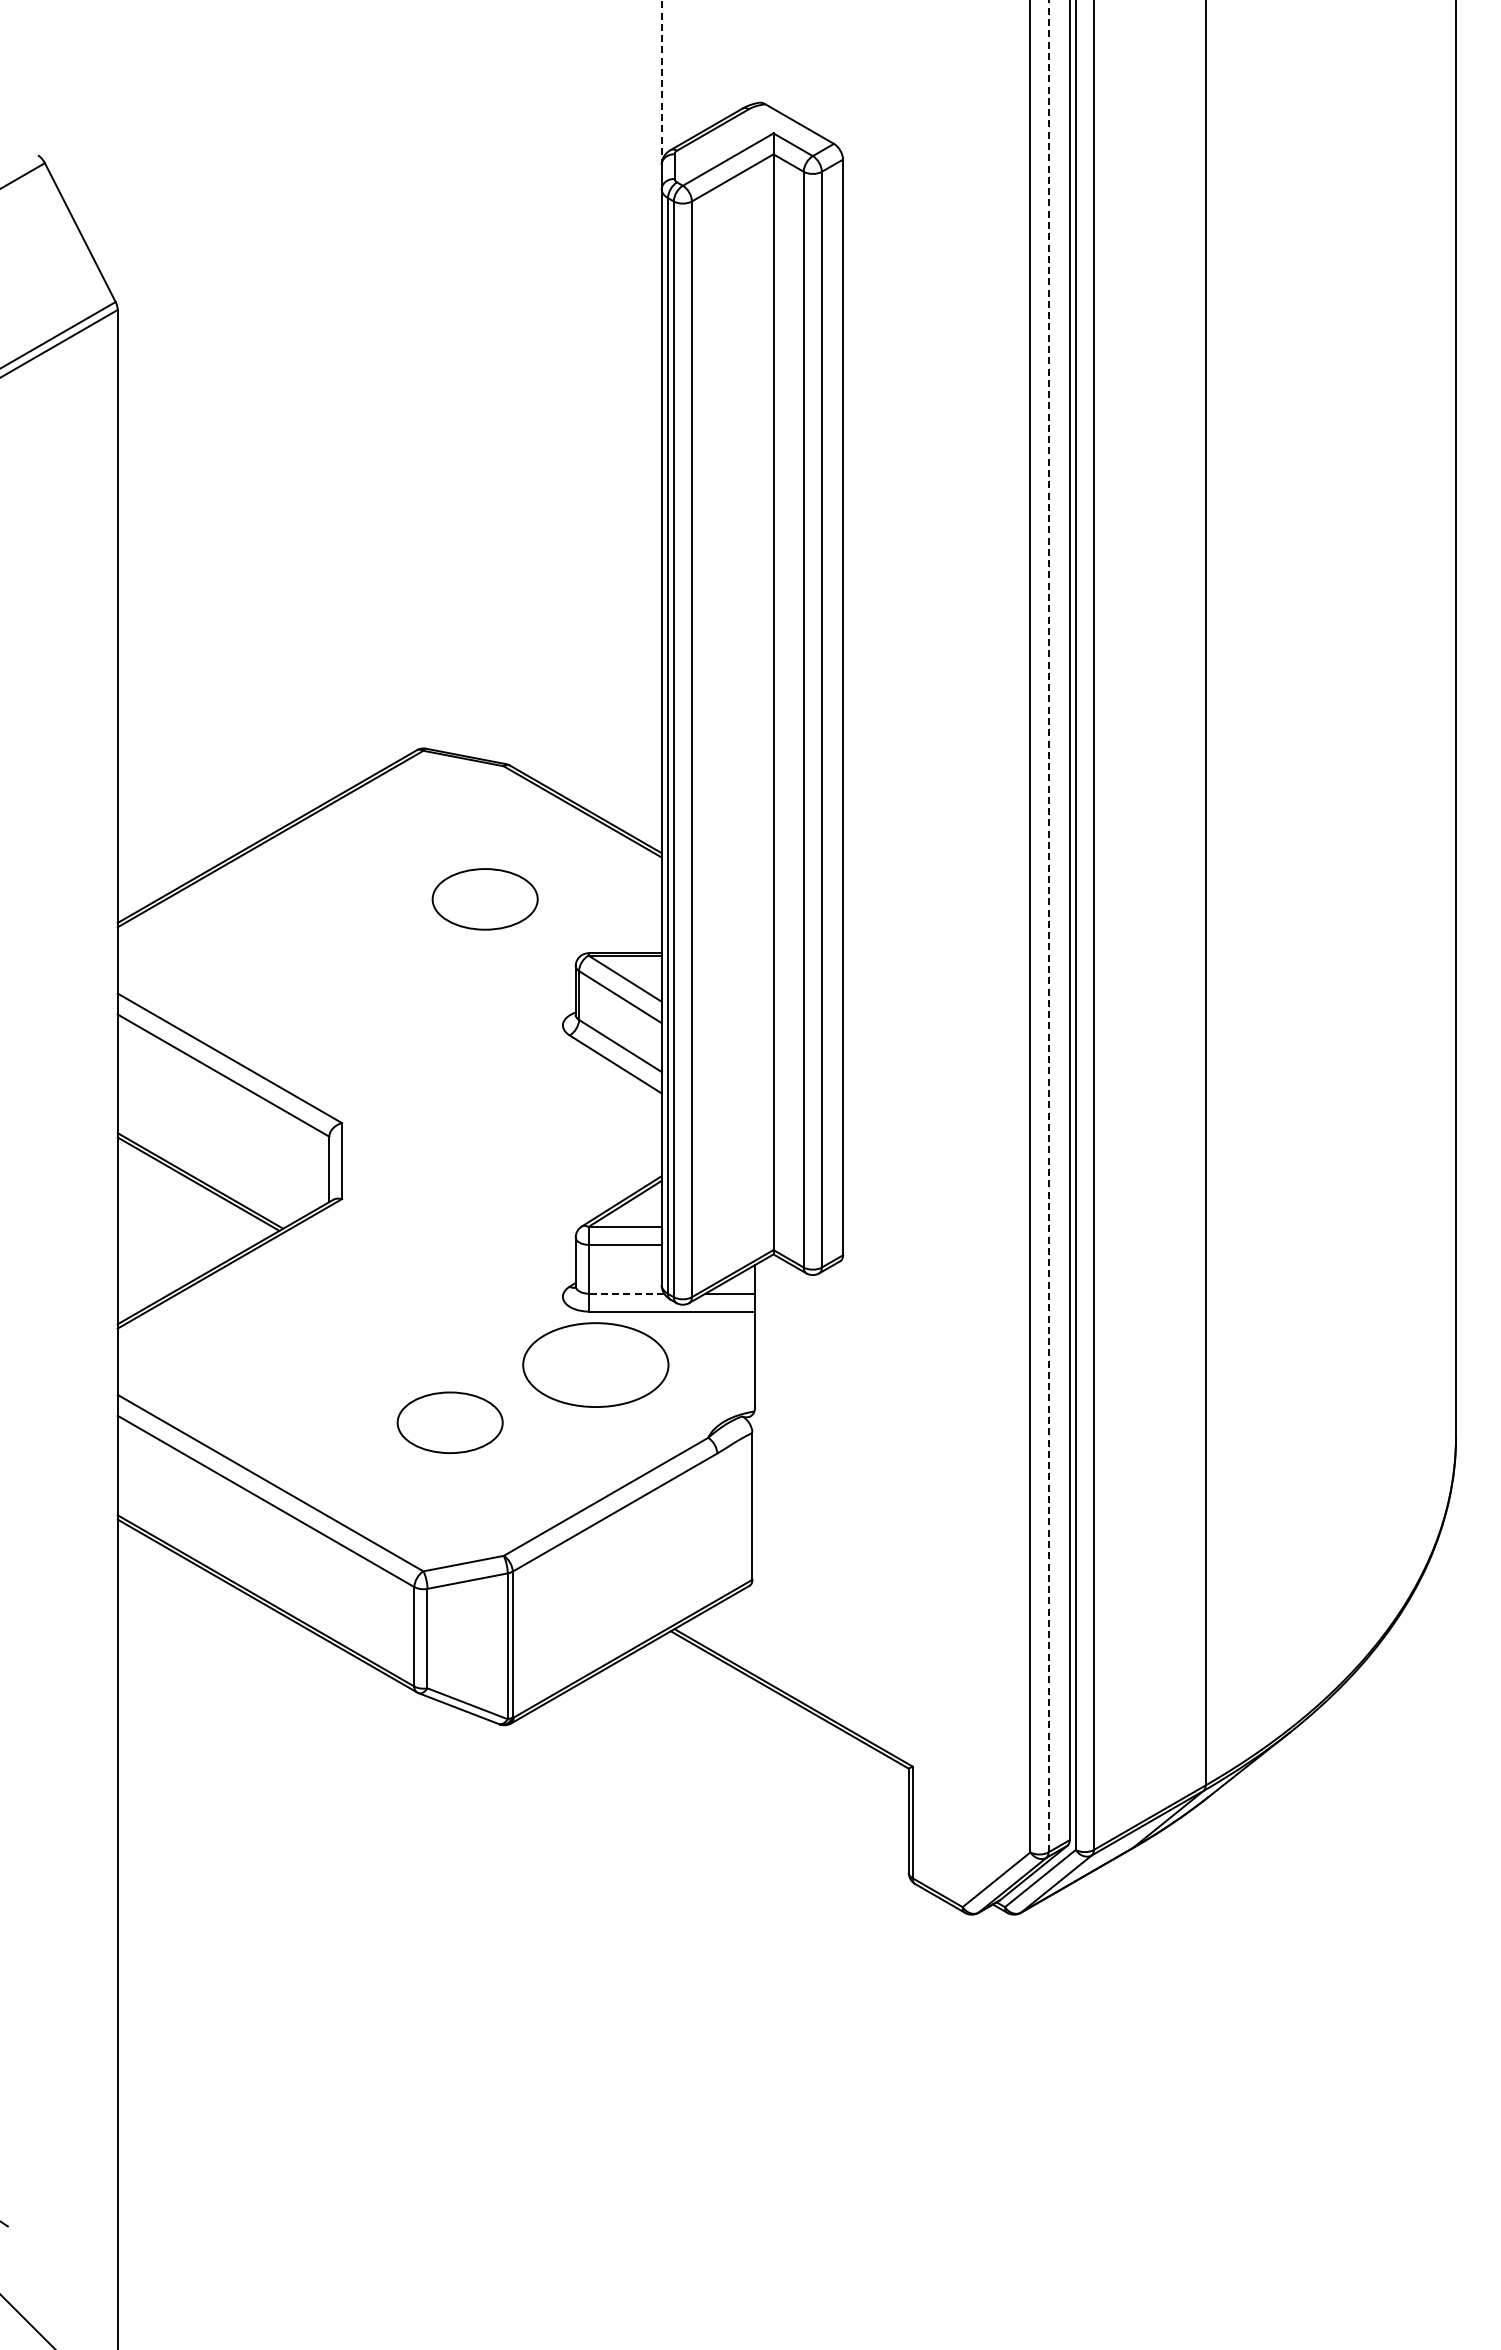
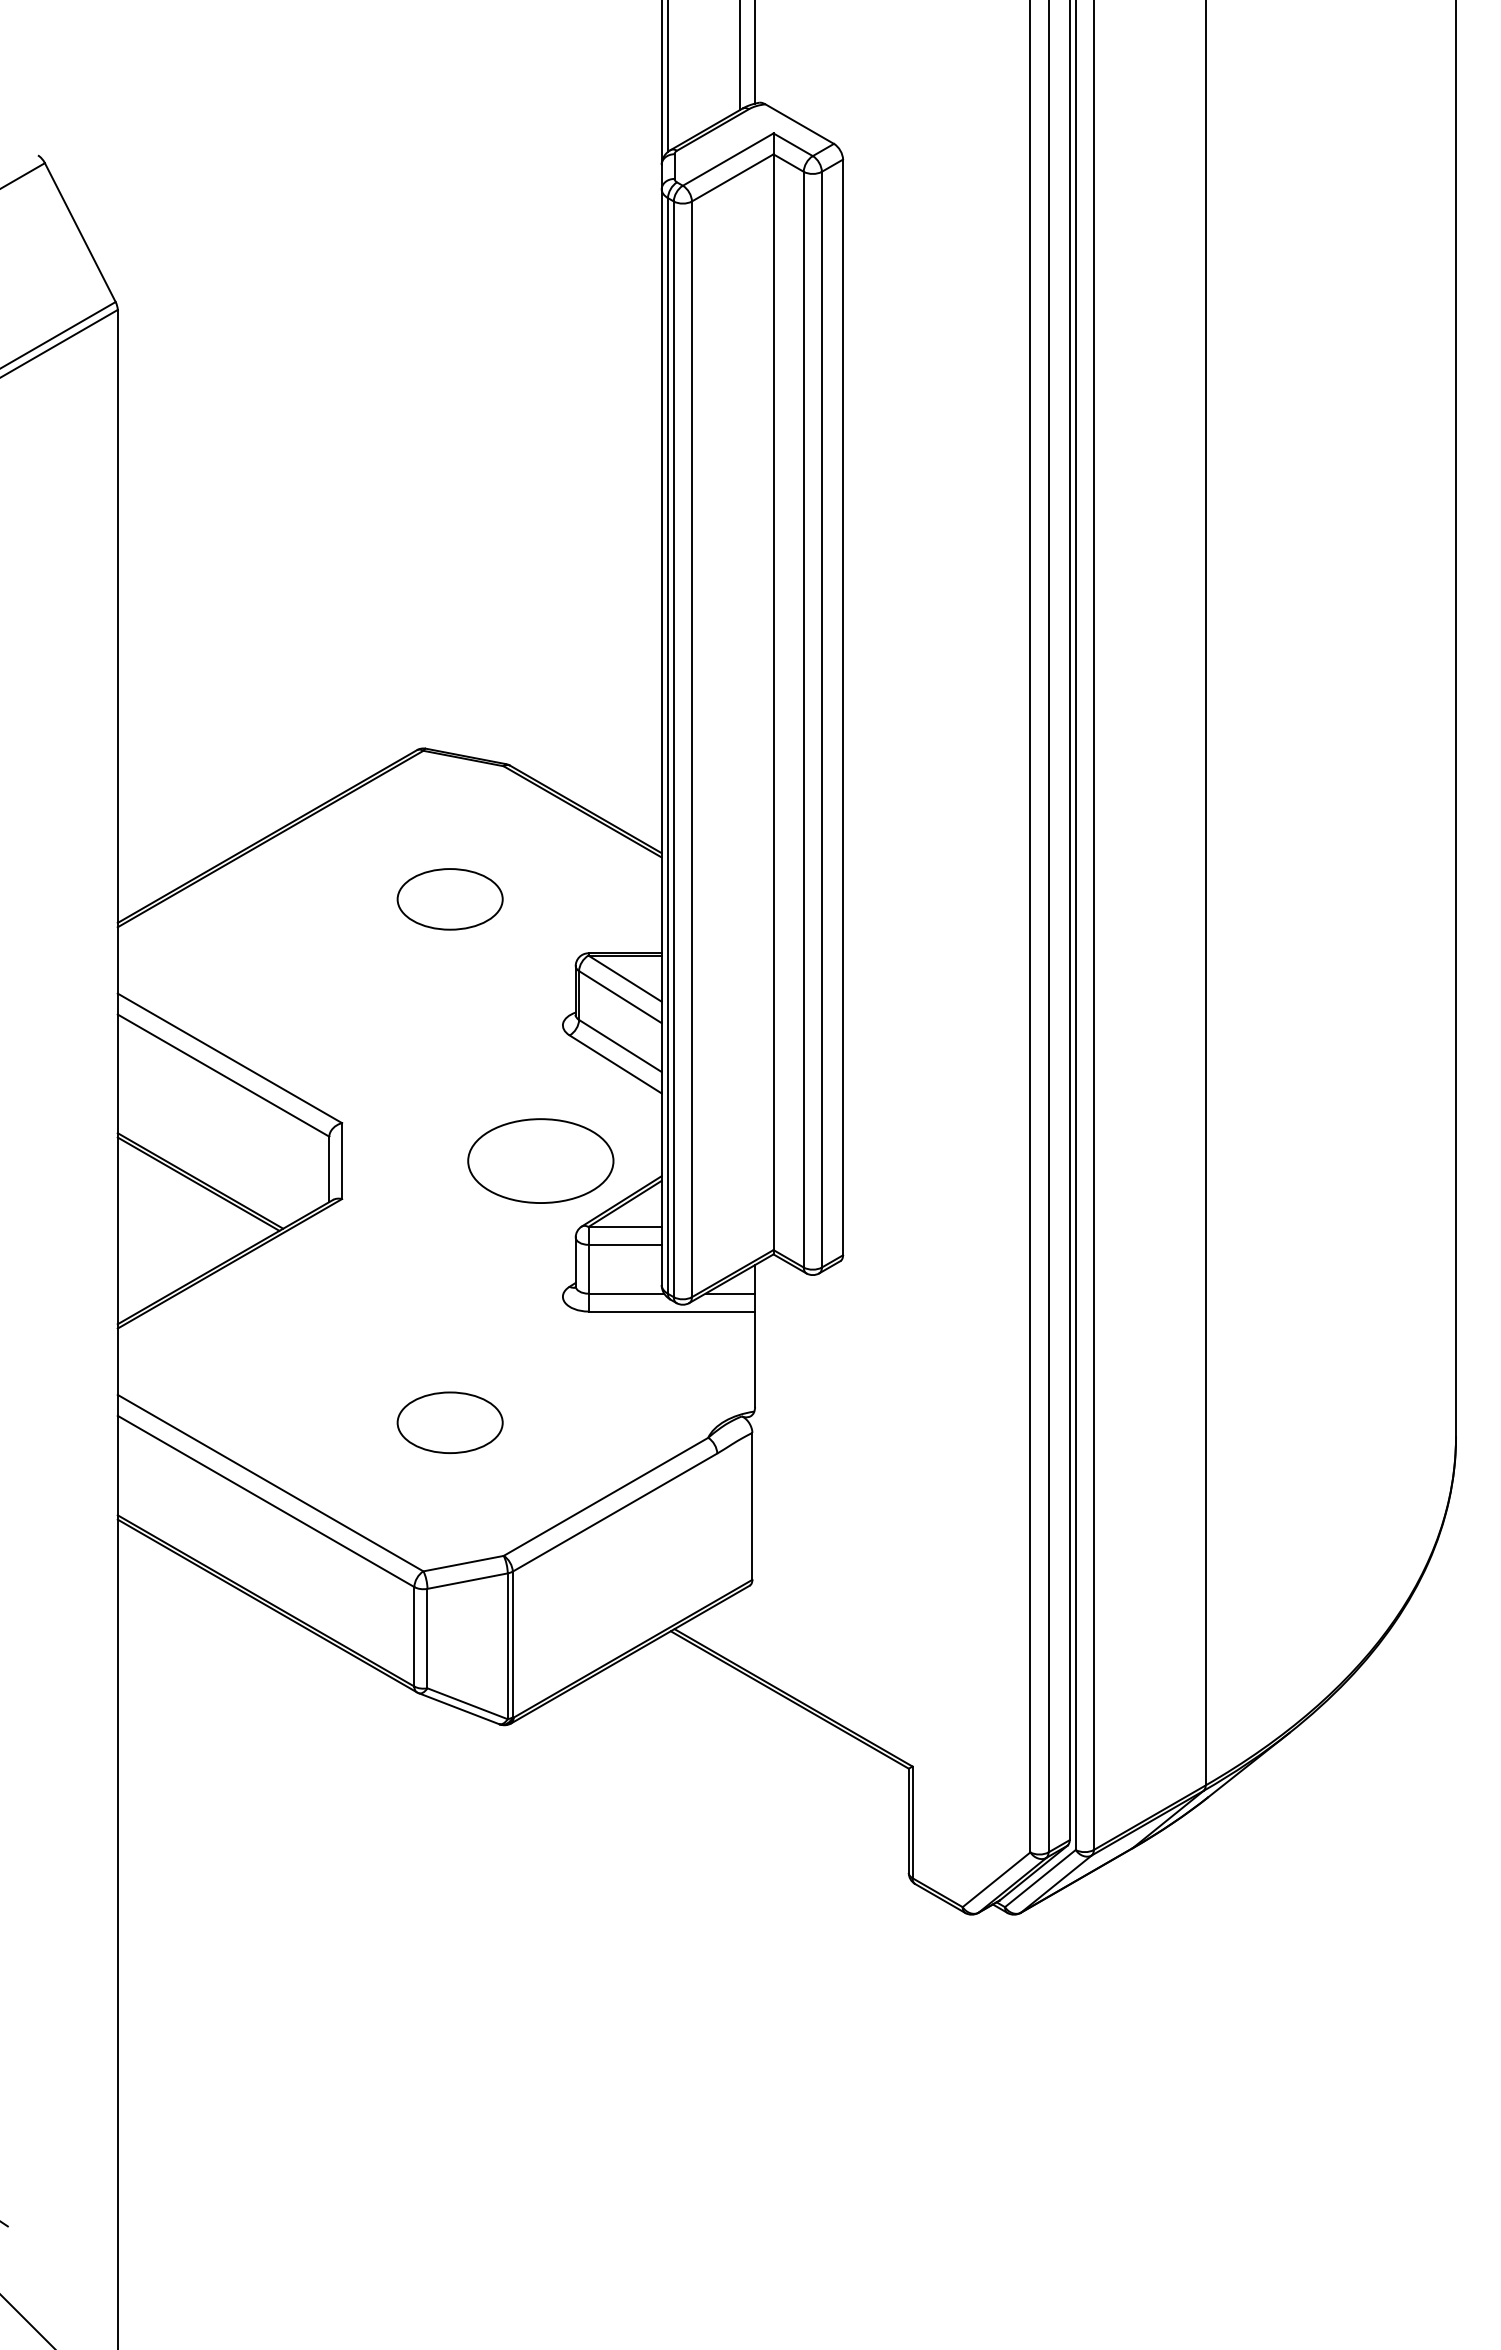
line at (755, 52): none -> present
line at (739, 56): none -> present
line at (667, 76): none -> present
line at (661, 83): dashed -> solid
part at (484, 899) position: (484, 899) -> (449, 899)
line at (1048, 926): dashed -> solid
line at (626, 1293): dashed -> solid
part at (595, 1364) position: (595, 1364) -> (540, 1160)
